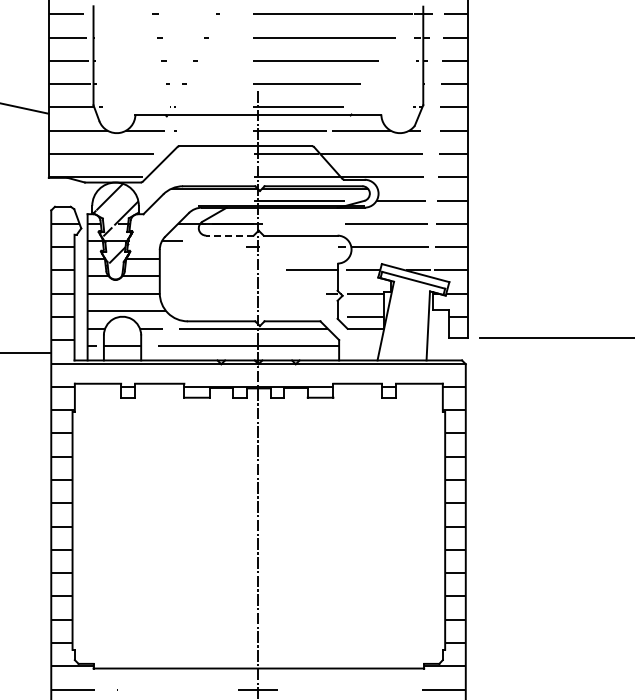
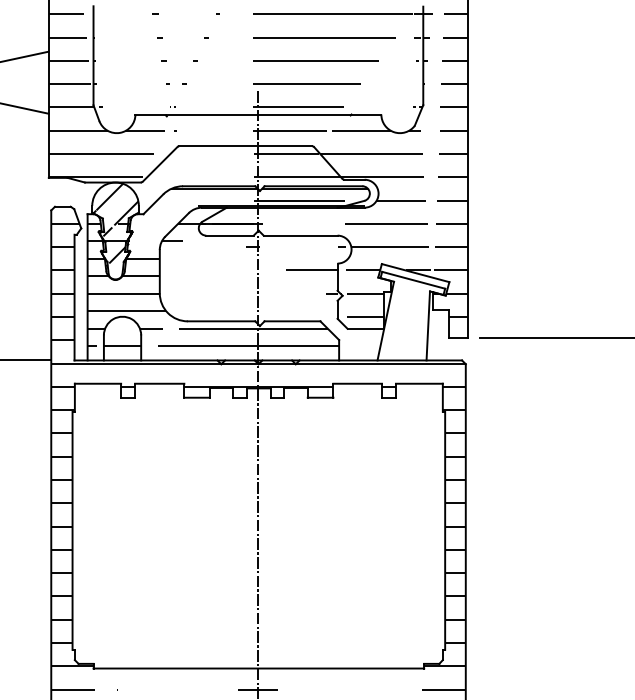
line at (25, 56): none -> present
line at (229, 235): dashed -> solid
line at (26, 353) position: (26, 353) -> (26, 360)
